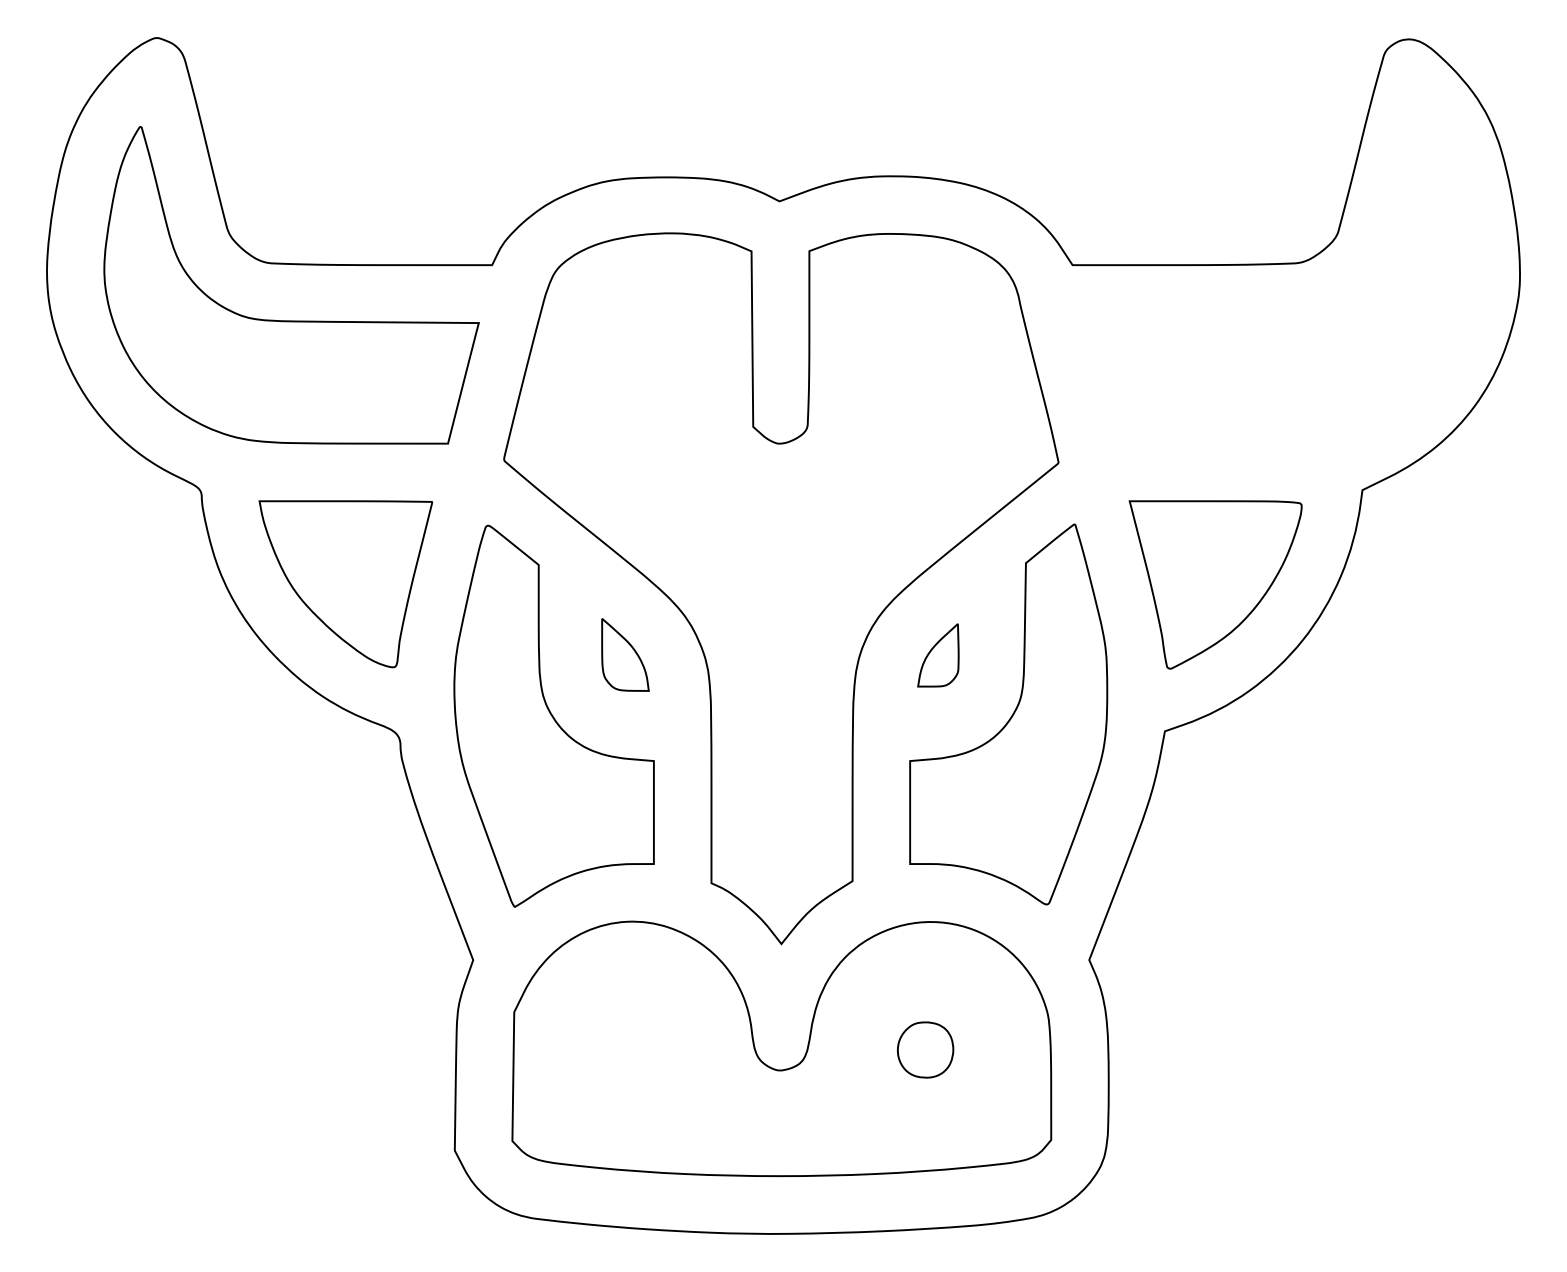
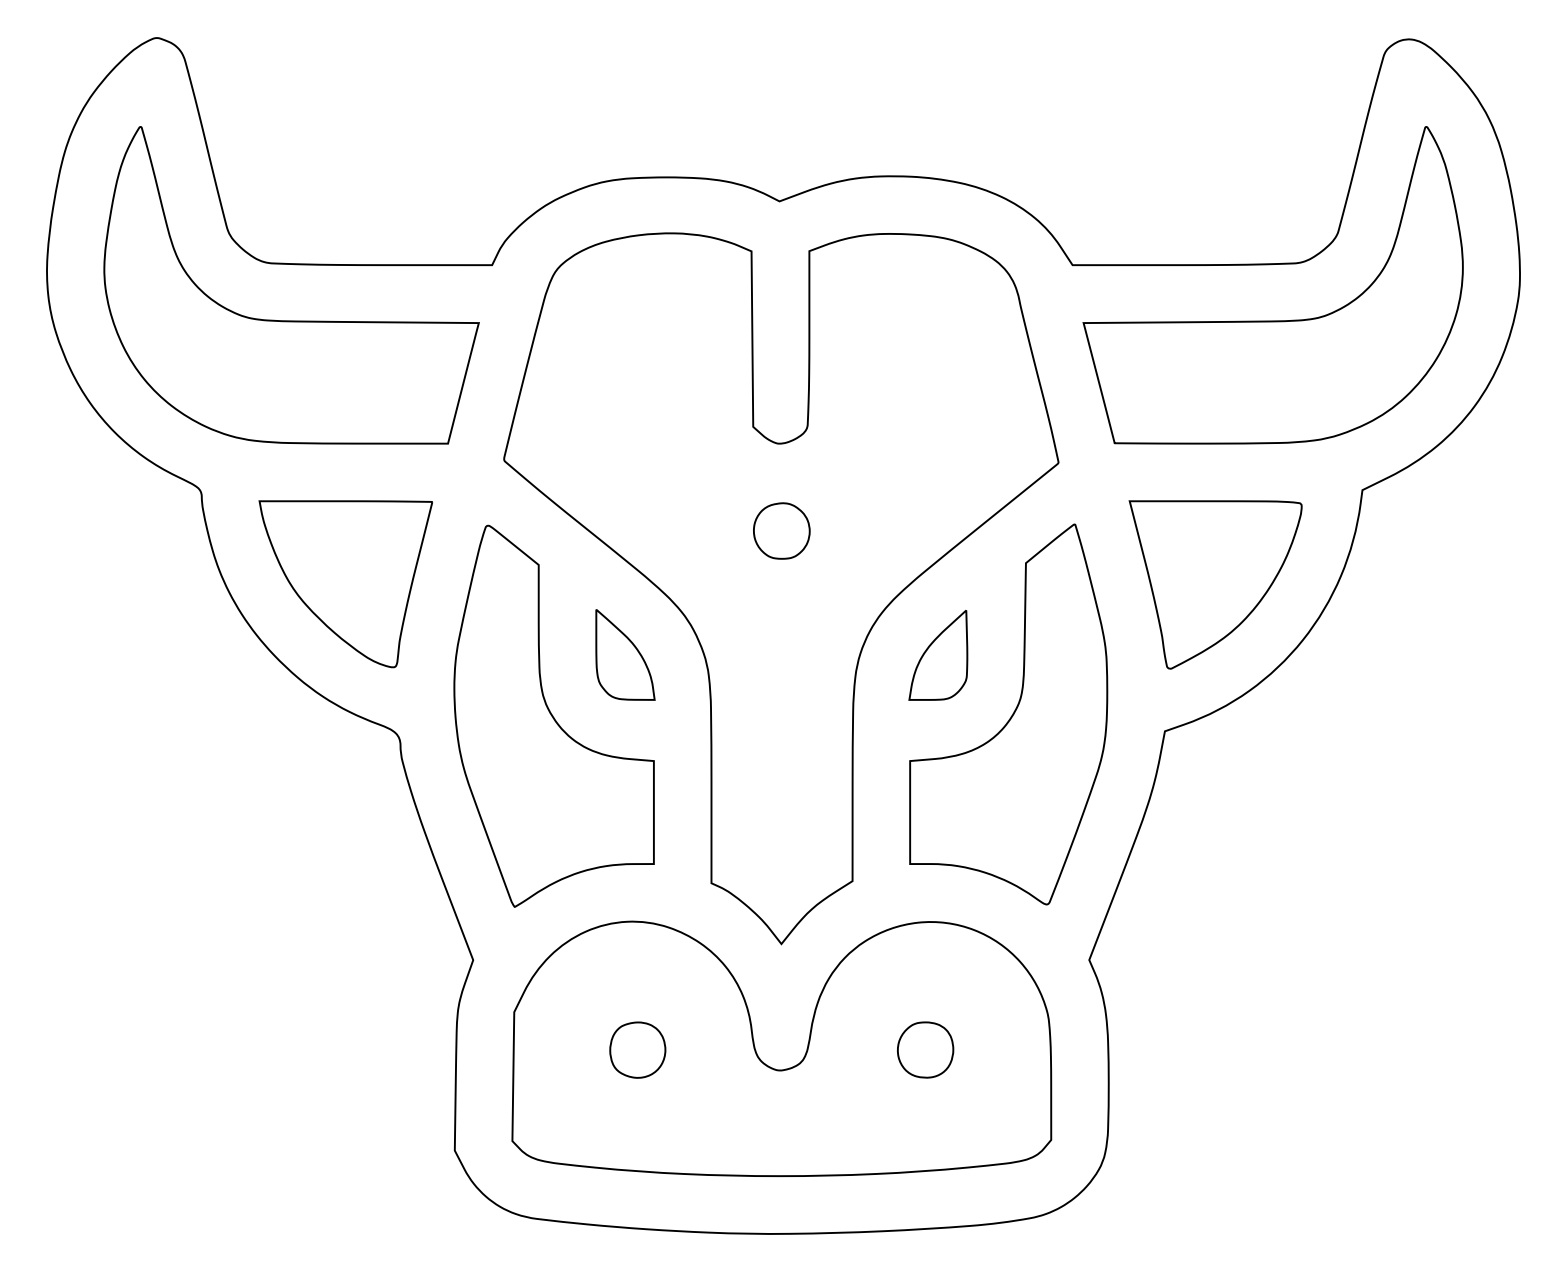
part at (1272, 320): none -> present
part at (781, 530): none -> present
part at (625, 654) size: 49x74 px -> 61x92 px
part at (938, 655) size: 43x65 px -> 61x91 px
part at (637, 1049): none -> present
